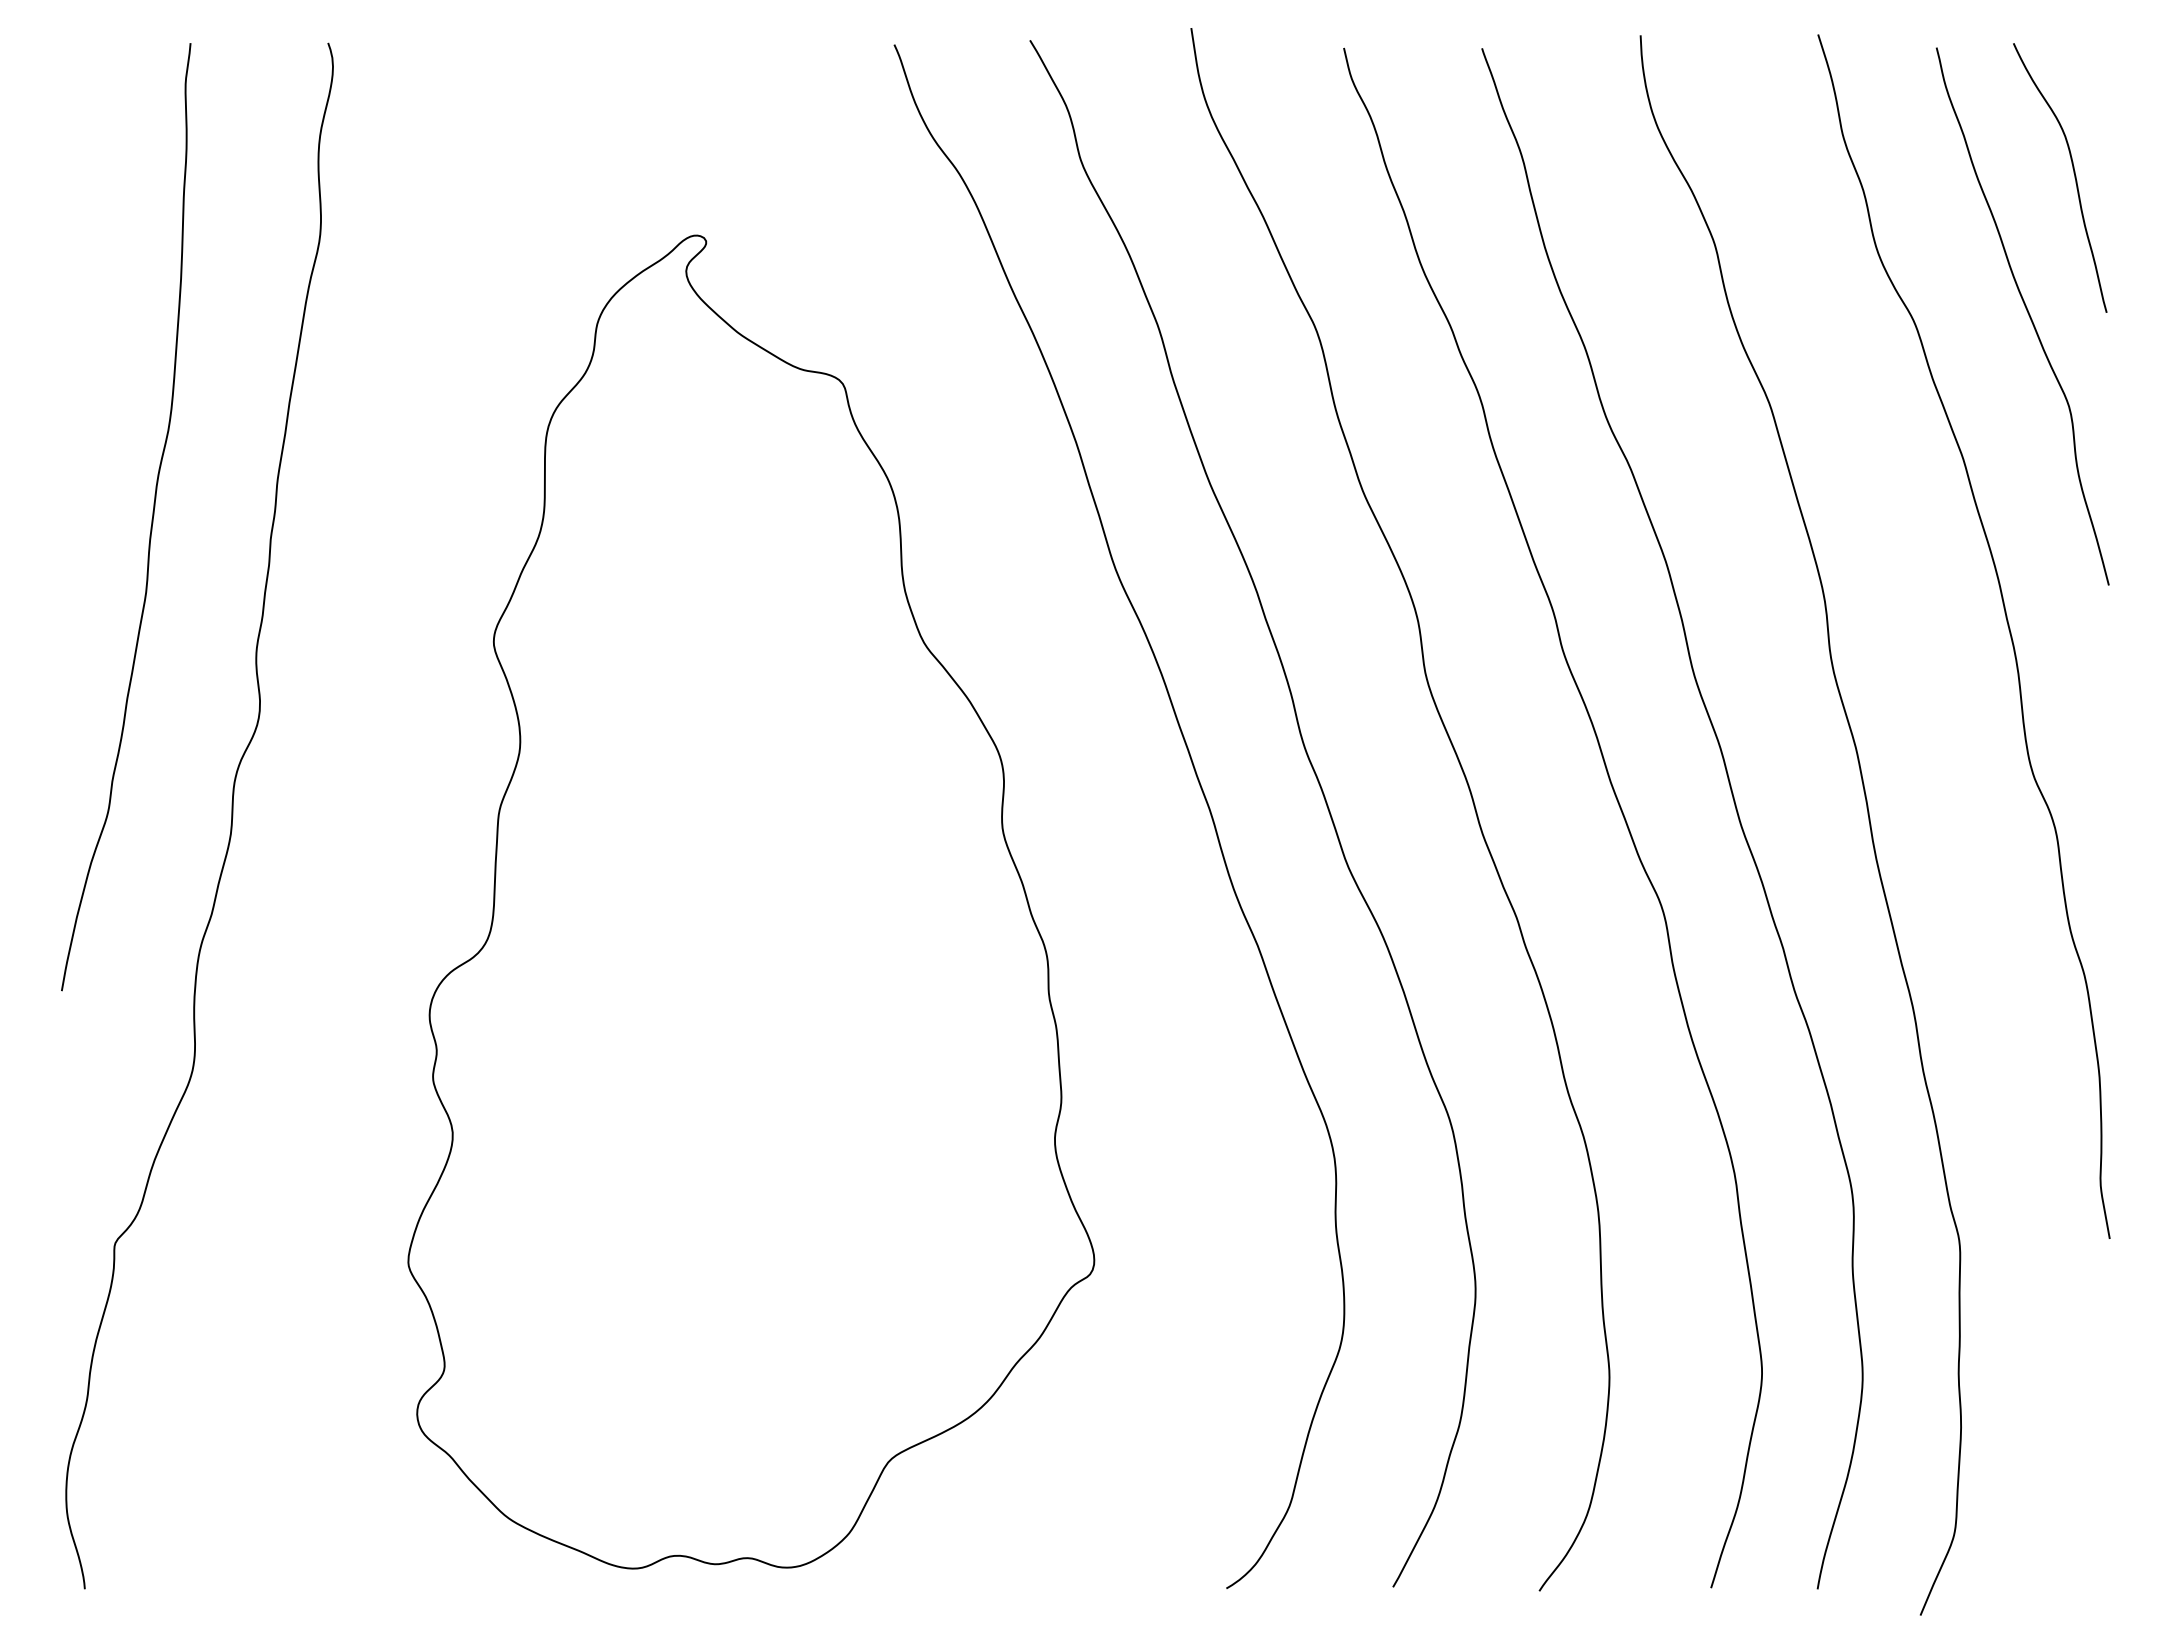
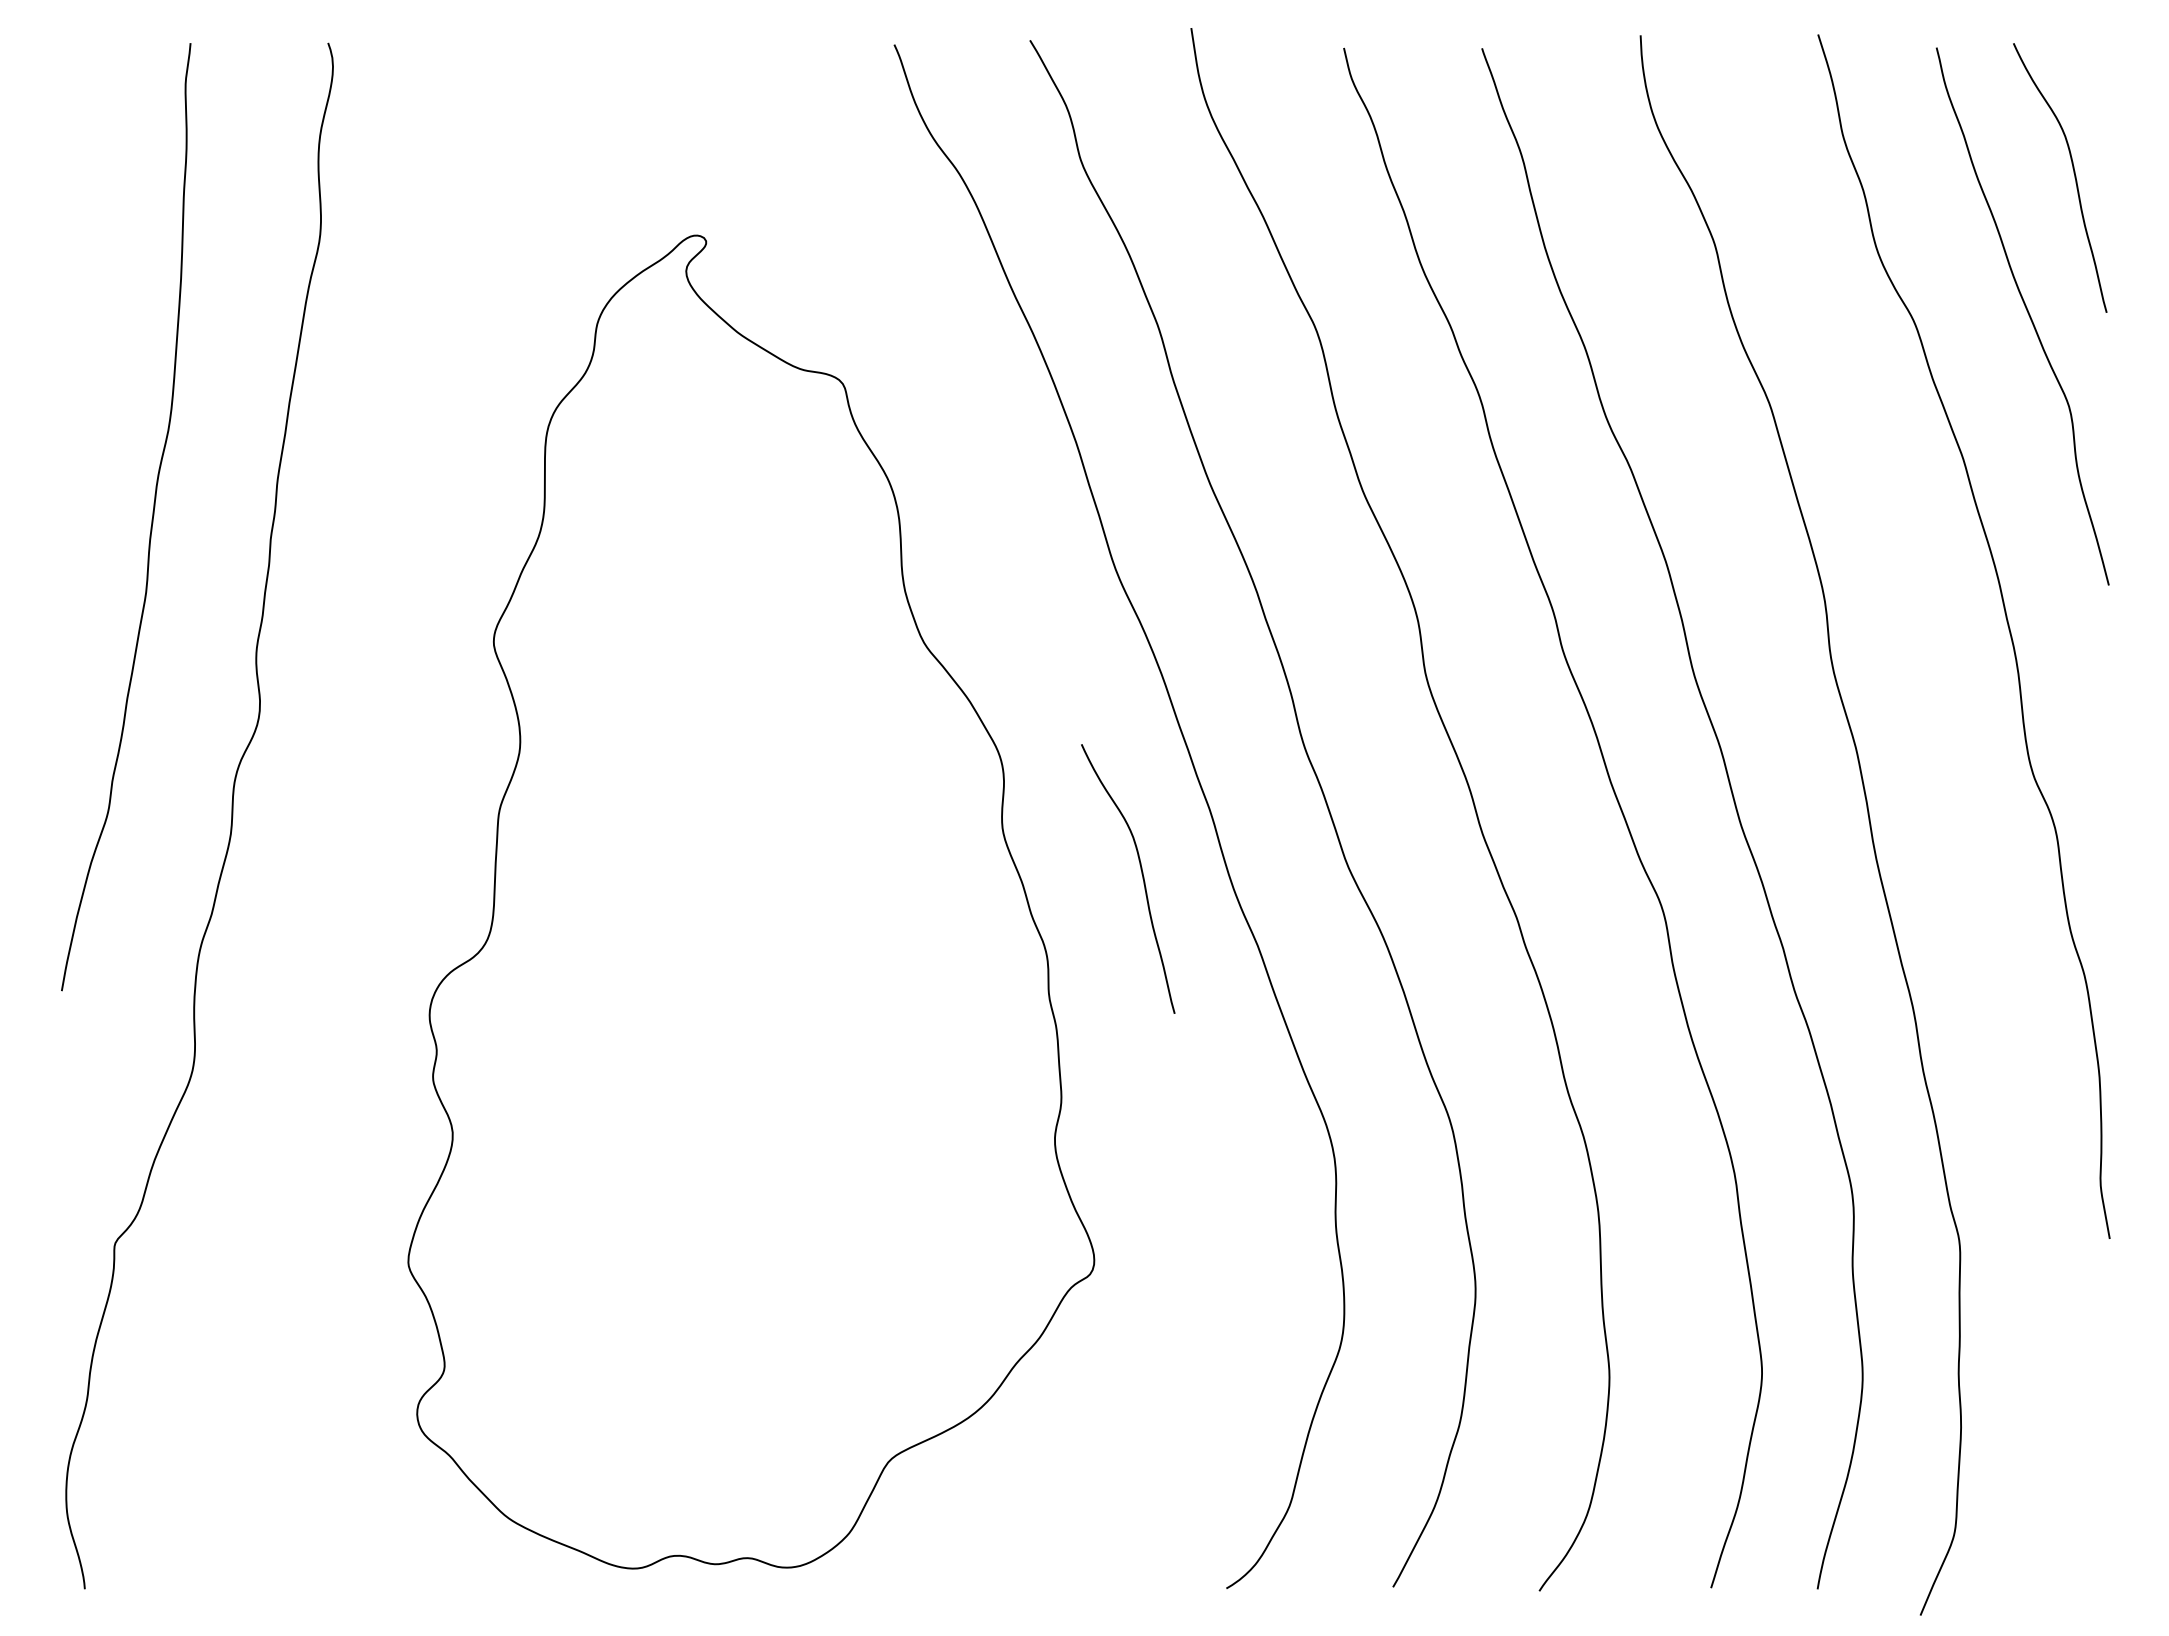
curve at (1141, 874): none -> present
